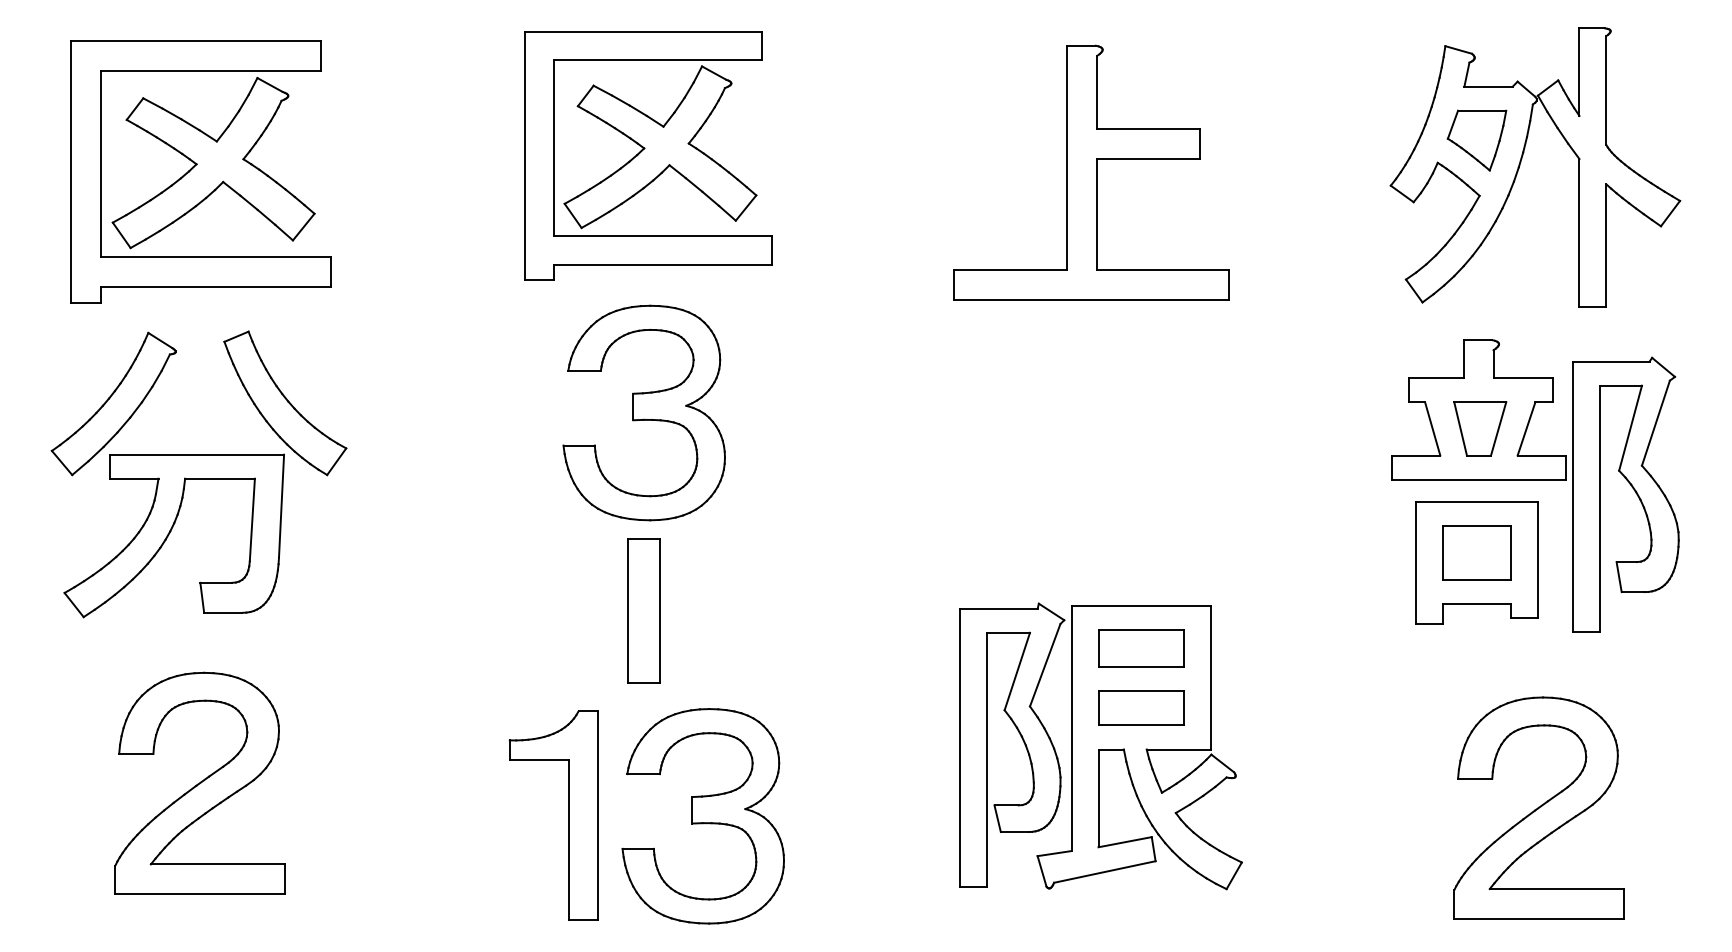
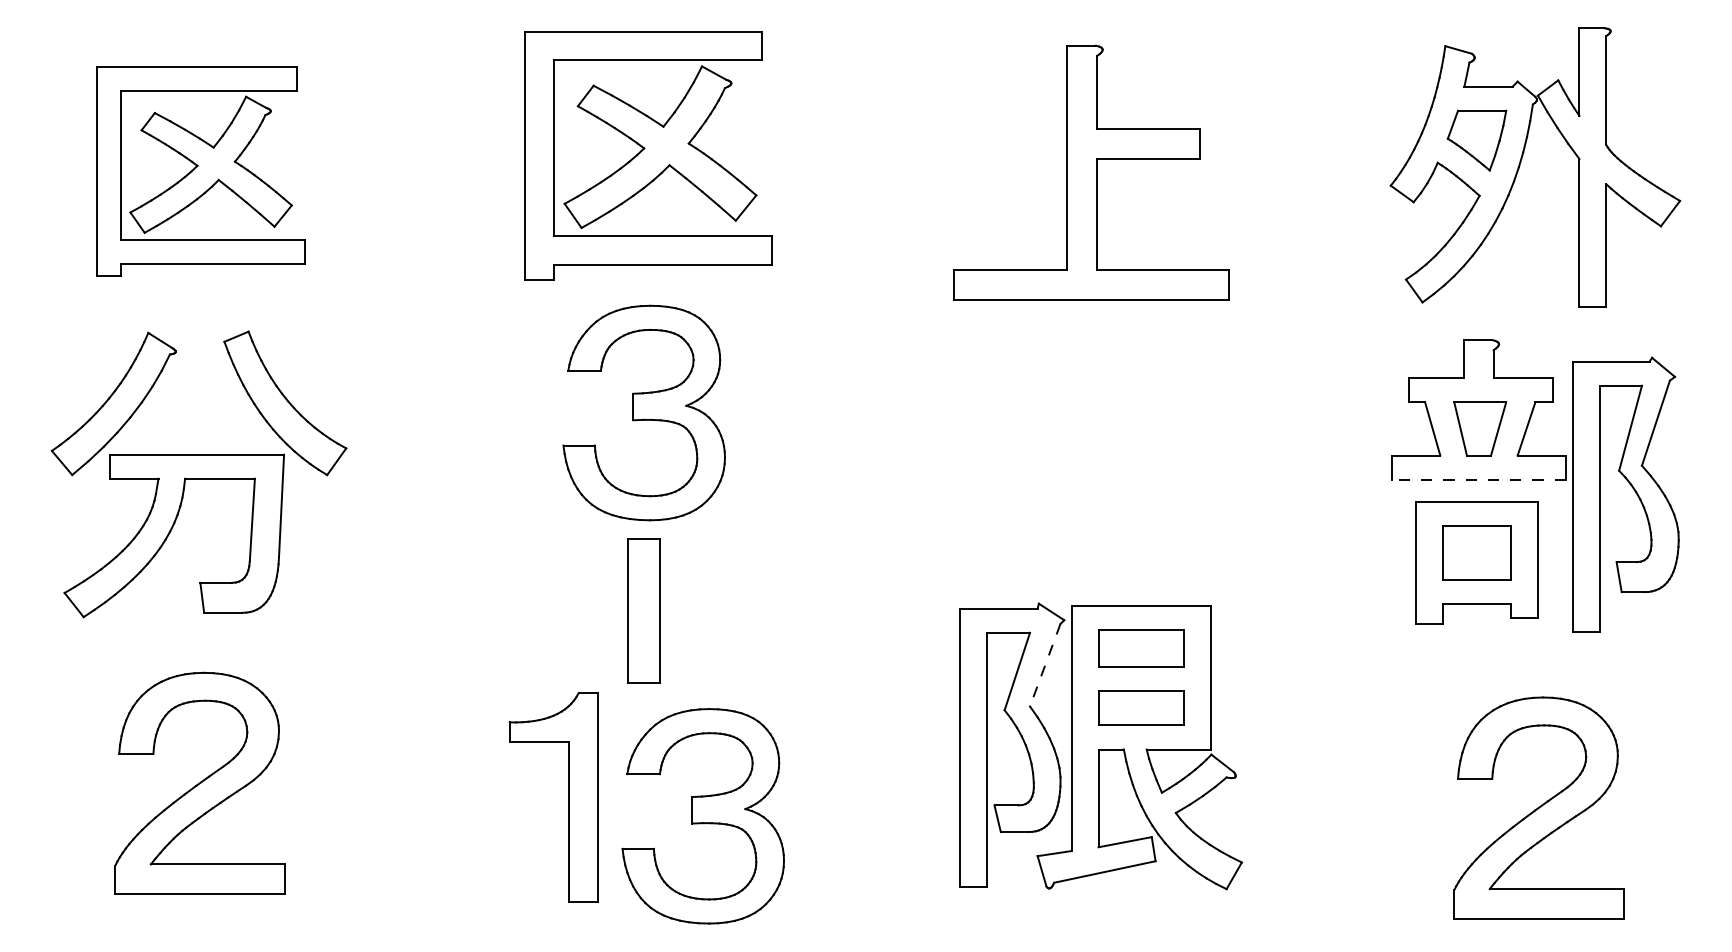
part at (200, 171) size: 262x264 px -> 210x211 px
line at (1478, 479): solid -> dashed
line at (1045, 665): solid -> dashed
part at (568, 815) position: (568, 815) -> (568, 797)
